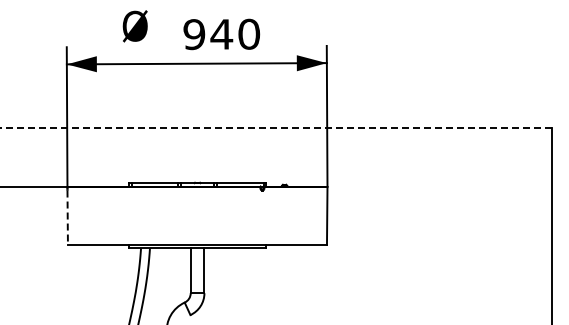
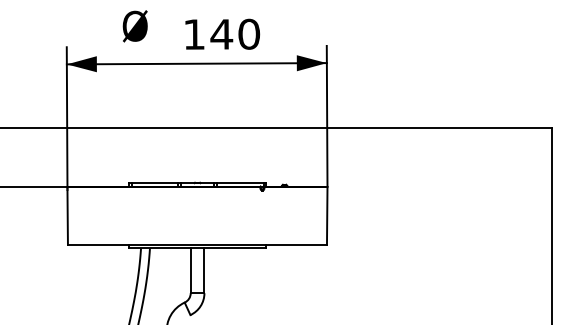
text at (194, 34): 940 -> 140
line at (276, 128): dashed -> solid
line at (67, 218): dashed -> solid
